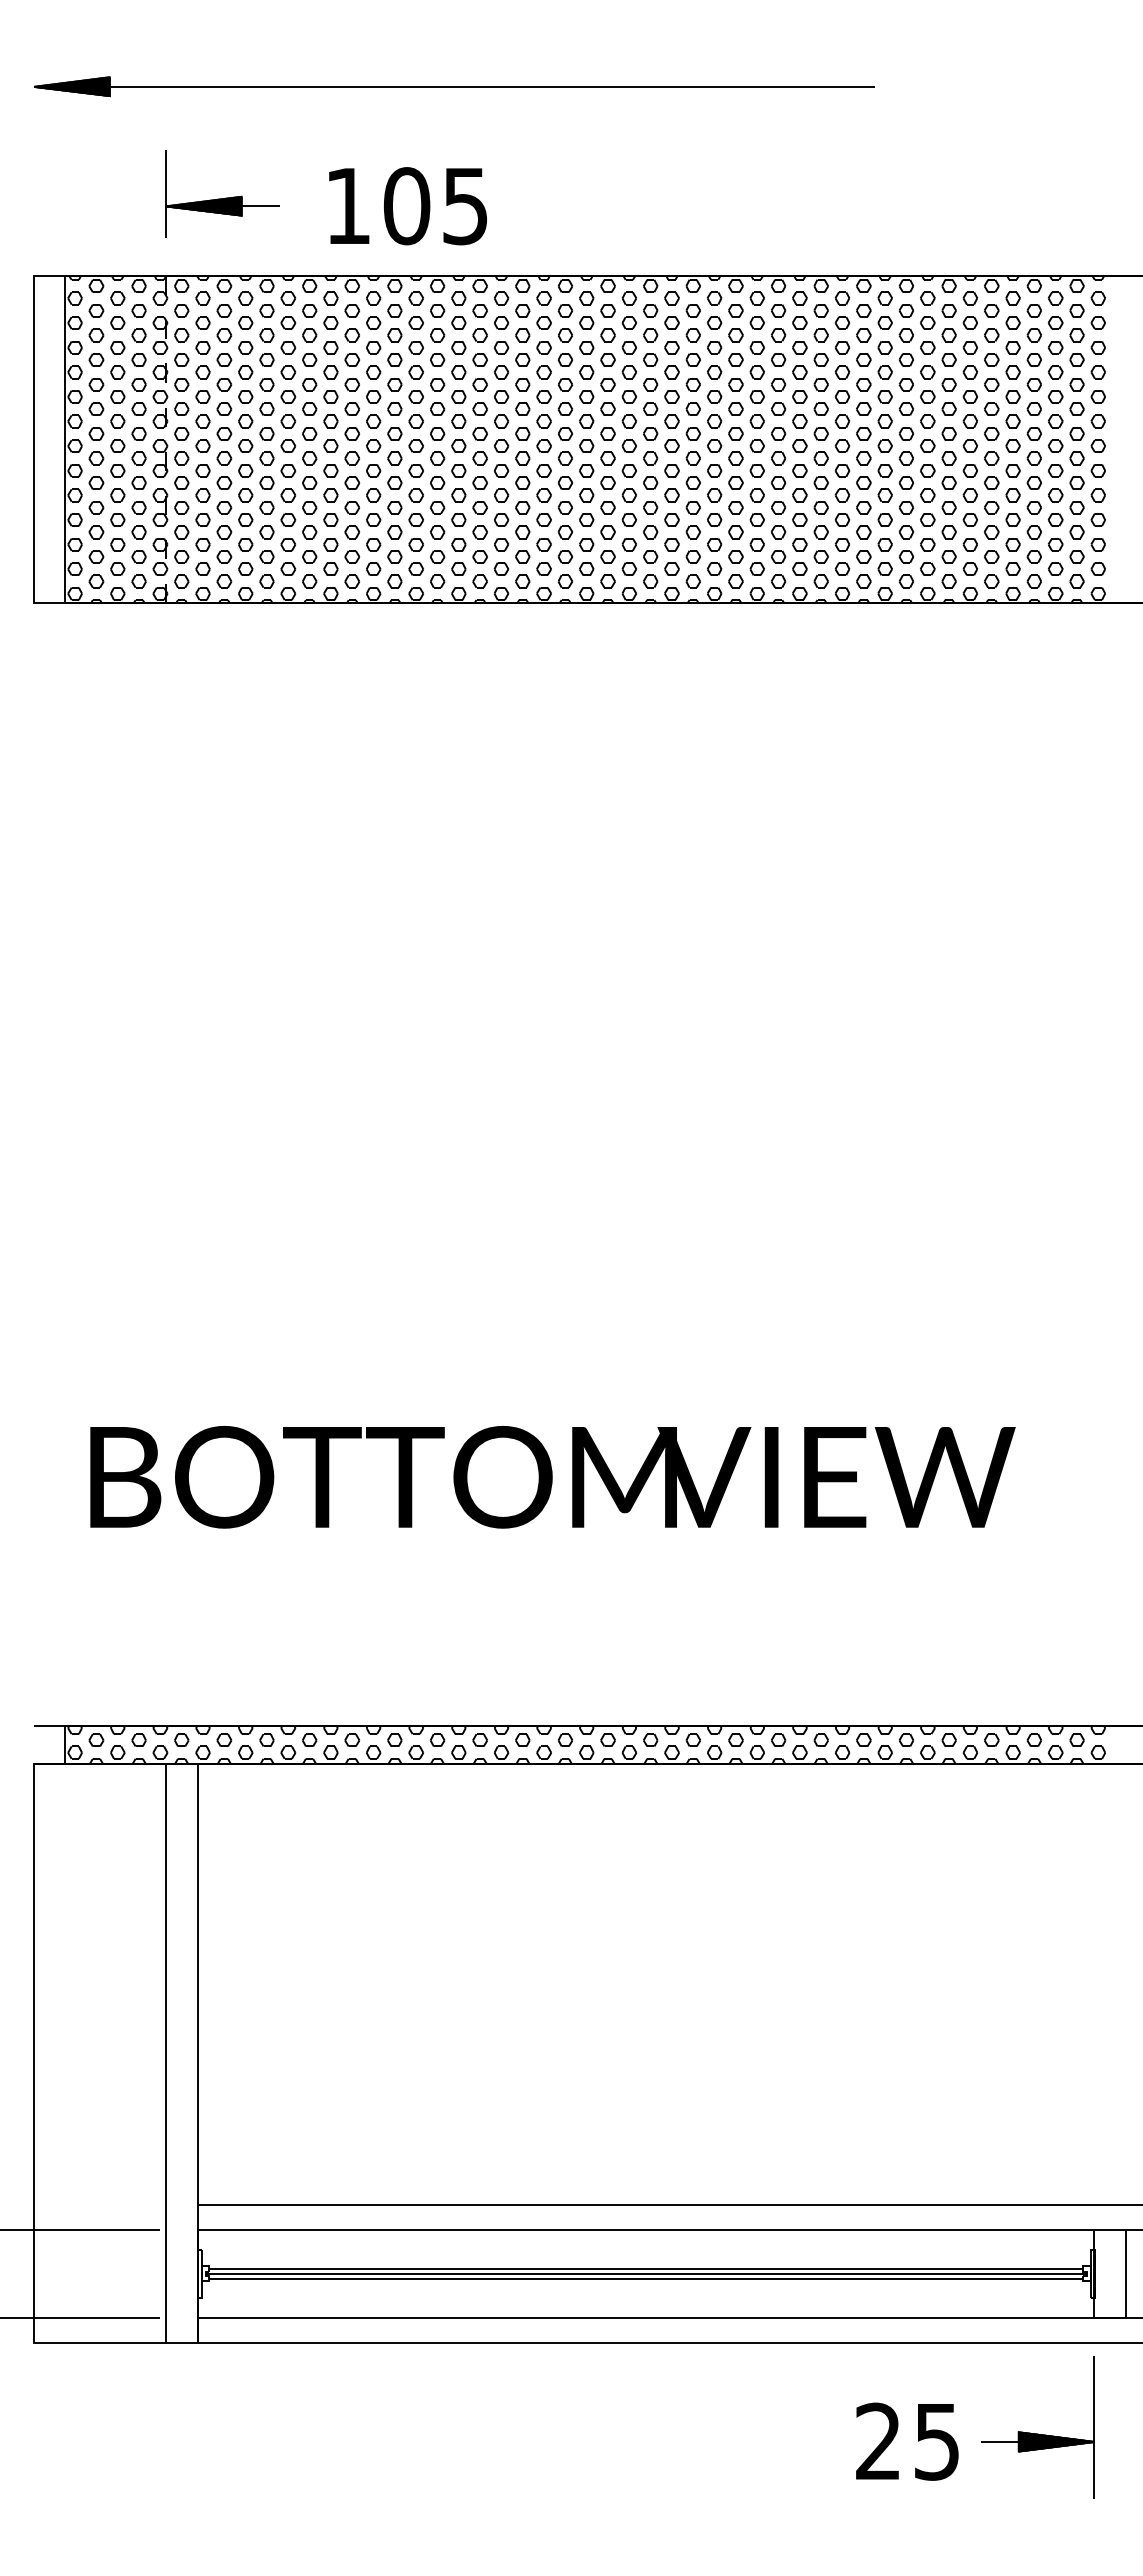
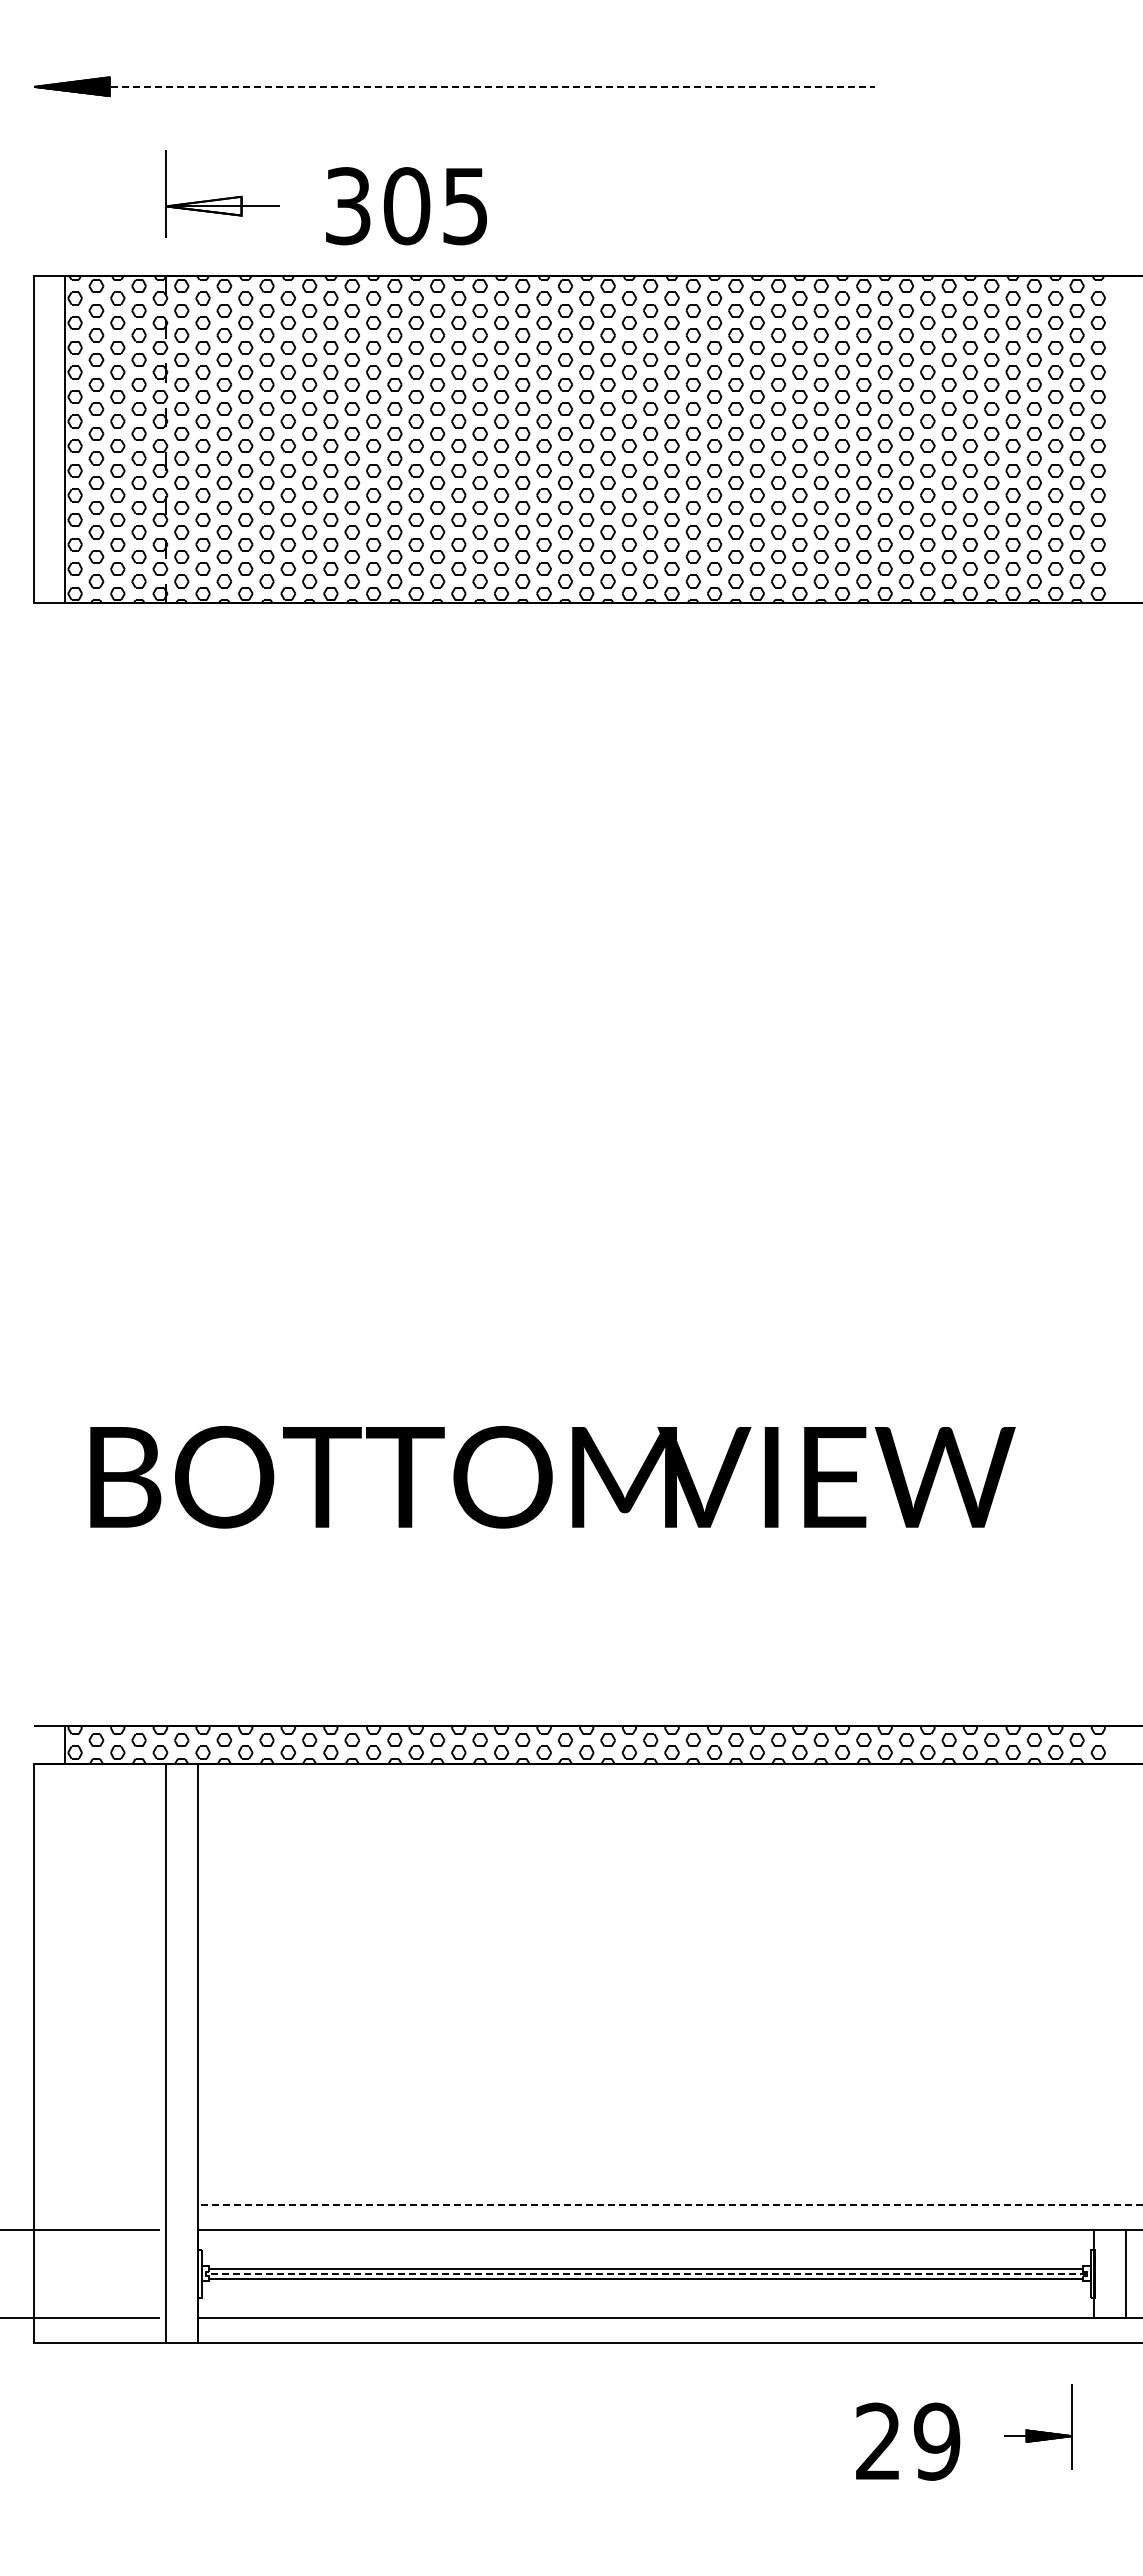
line at (454, 86): solid -> dashed
fill at (203, 205): present -> none
text at (348, 206): 105 -> 305
line at (669, 2204): solid -> dashed
line at (646, 2273): solid -> dashed
part at (1037, 2427) size: 114x143 px -> 69x86 px
text at (936, 2441): 25 -> 29
